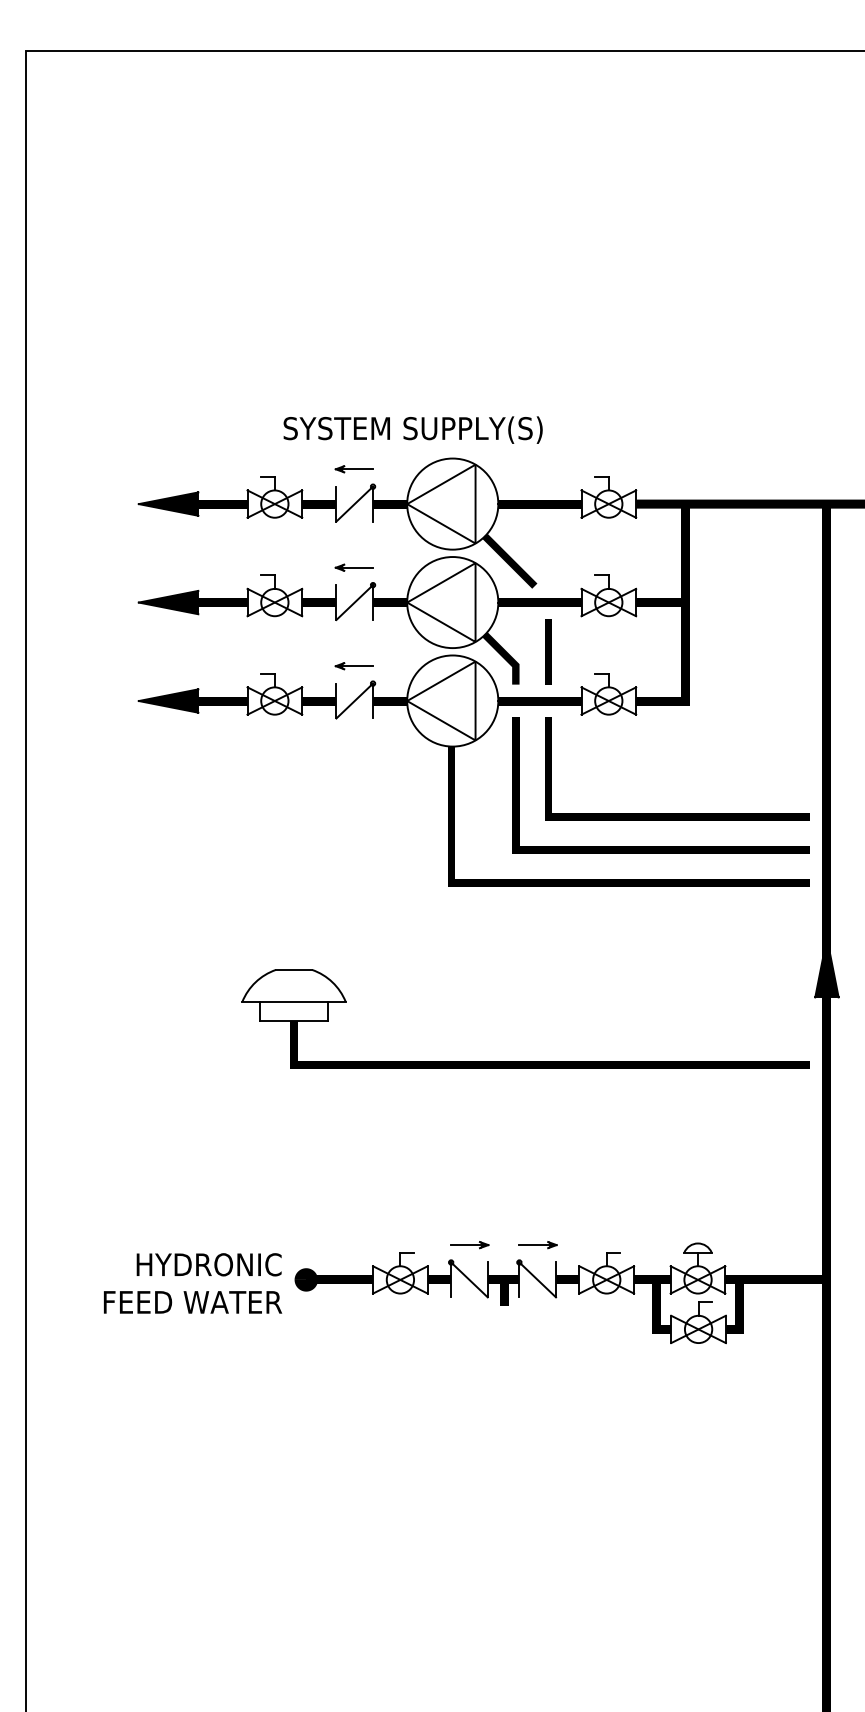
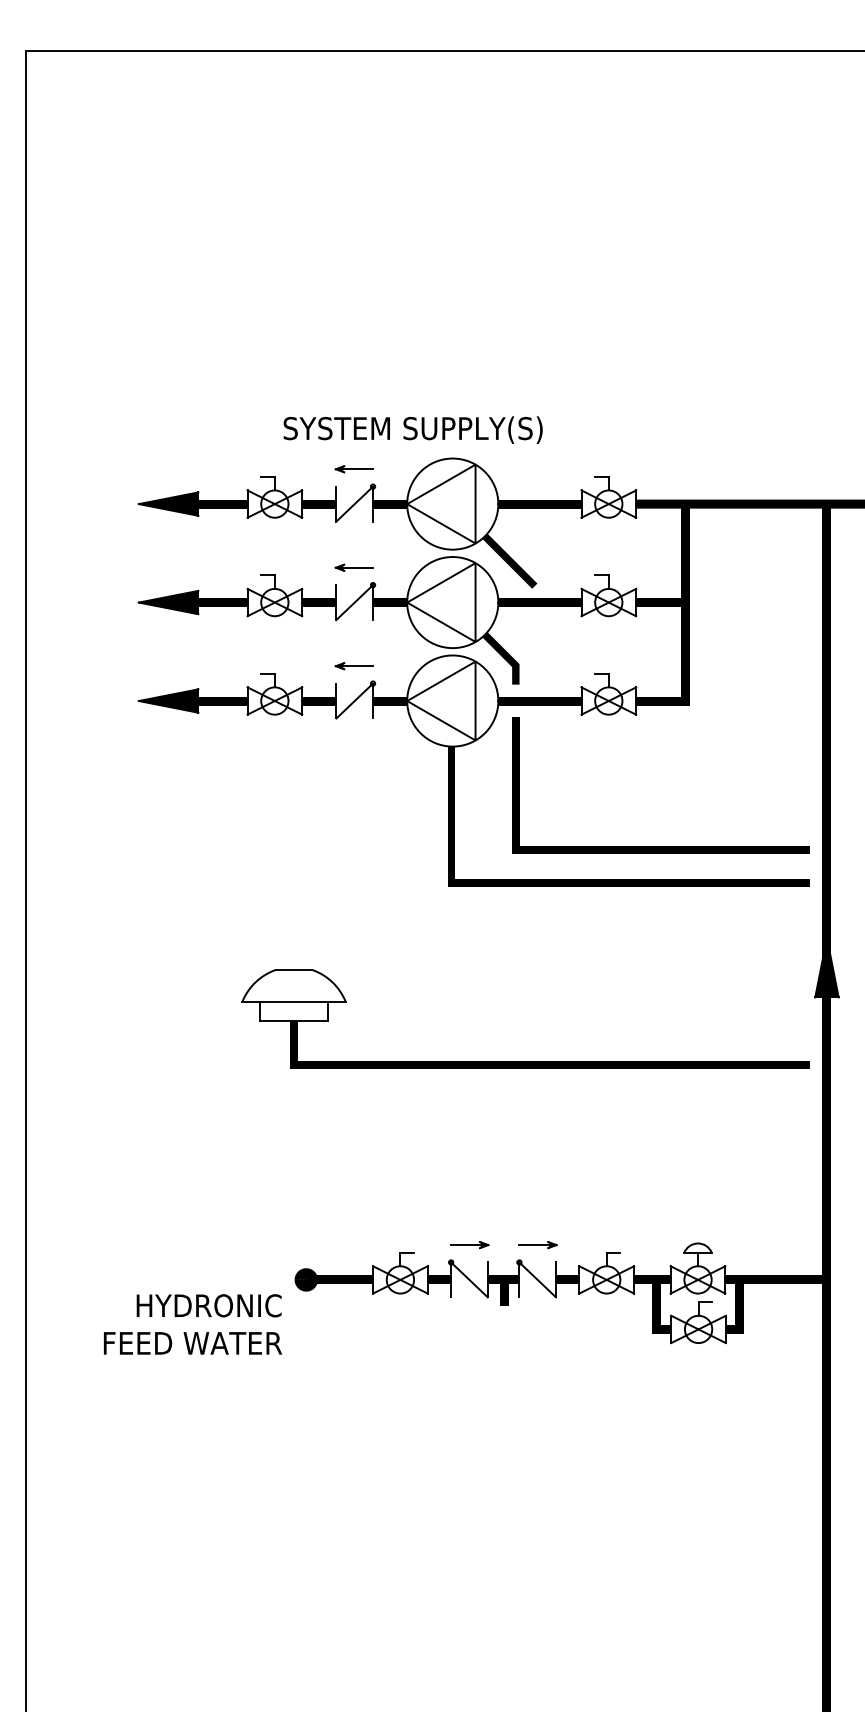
line at (548, 651): present -> none
line at (677, 813): present -> none
text at (193, 1283) position: (193, 1283) -> (193, 1324)
